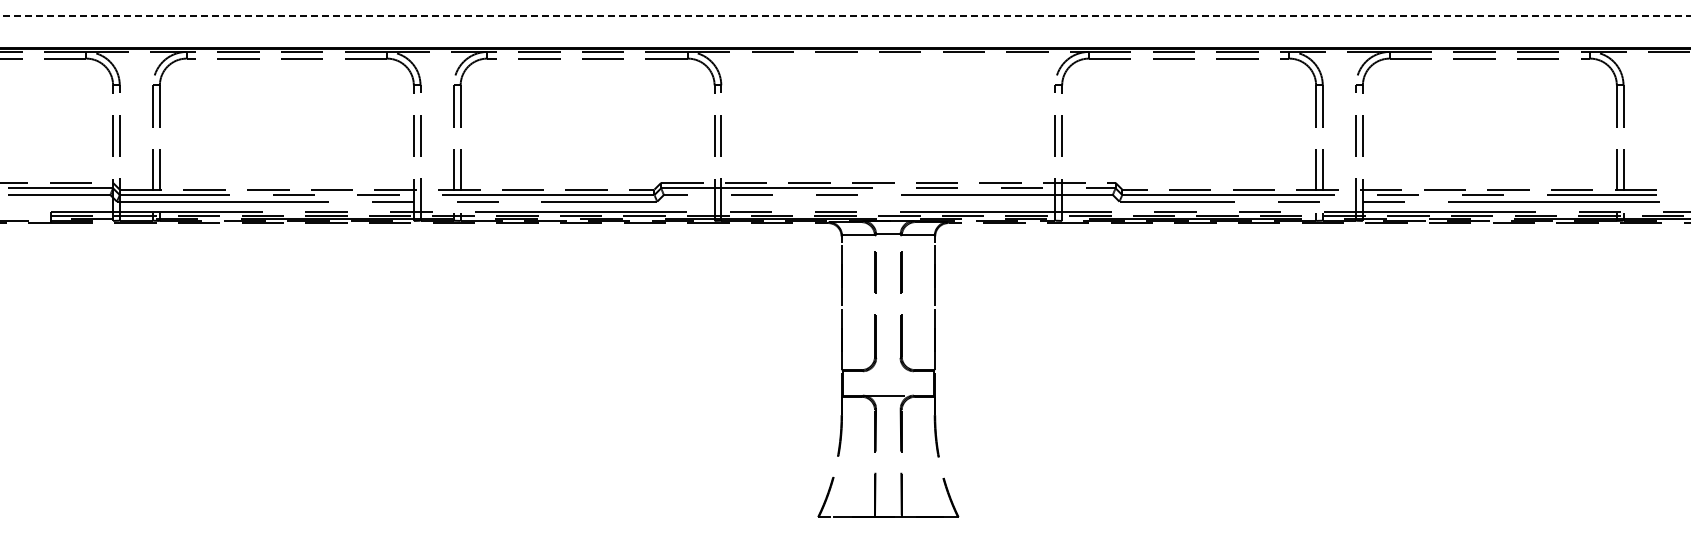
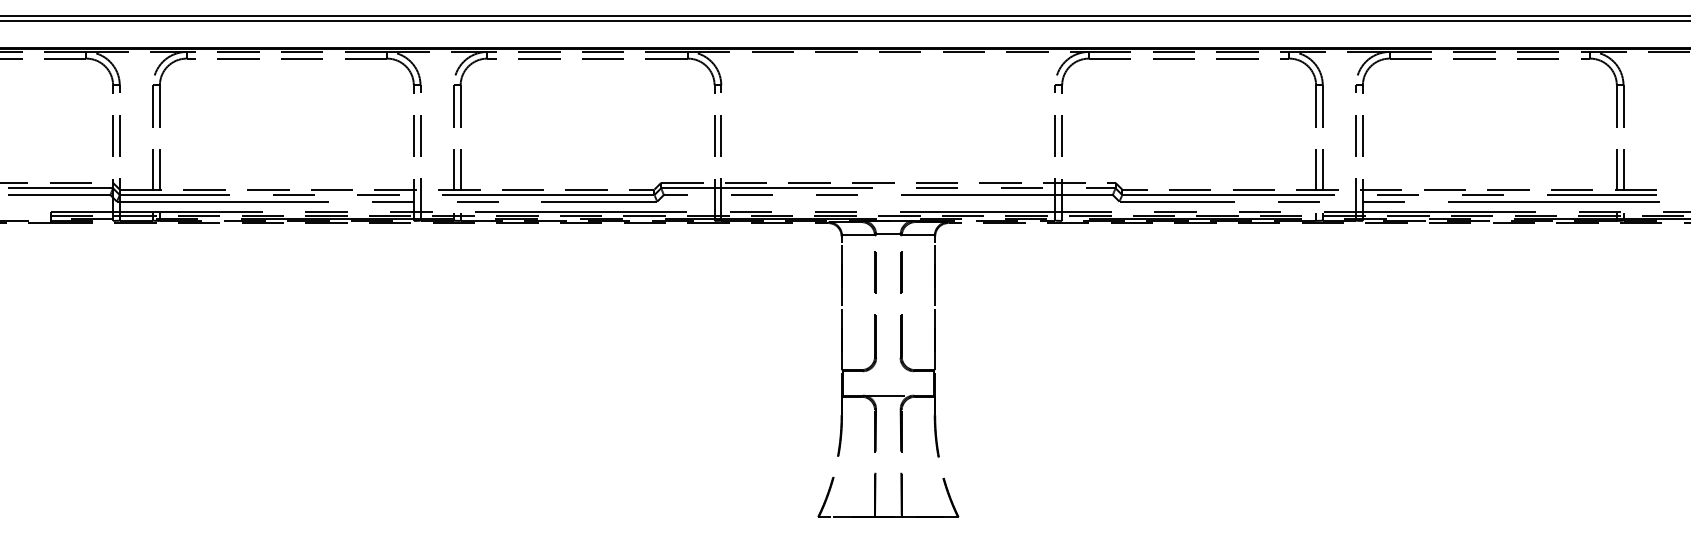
line at (845, 15): dashed -> solid
line at (844, 21): none -> present
